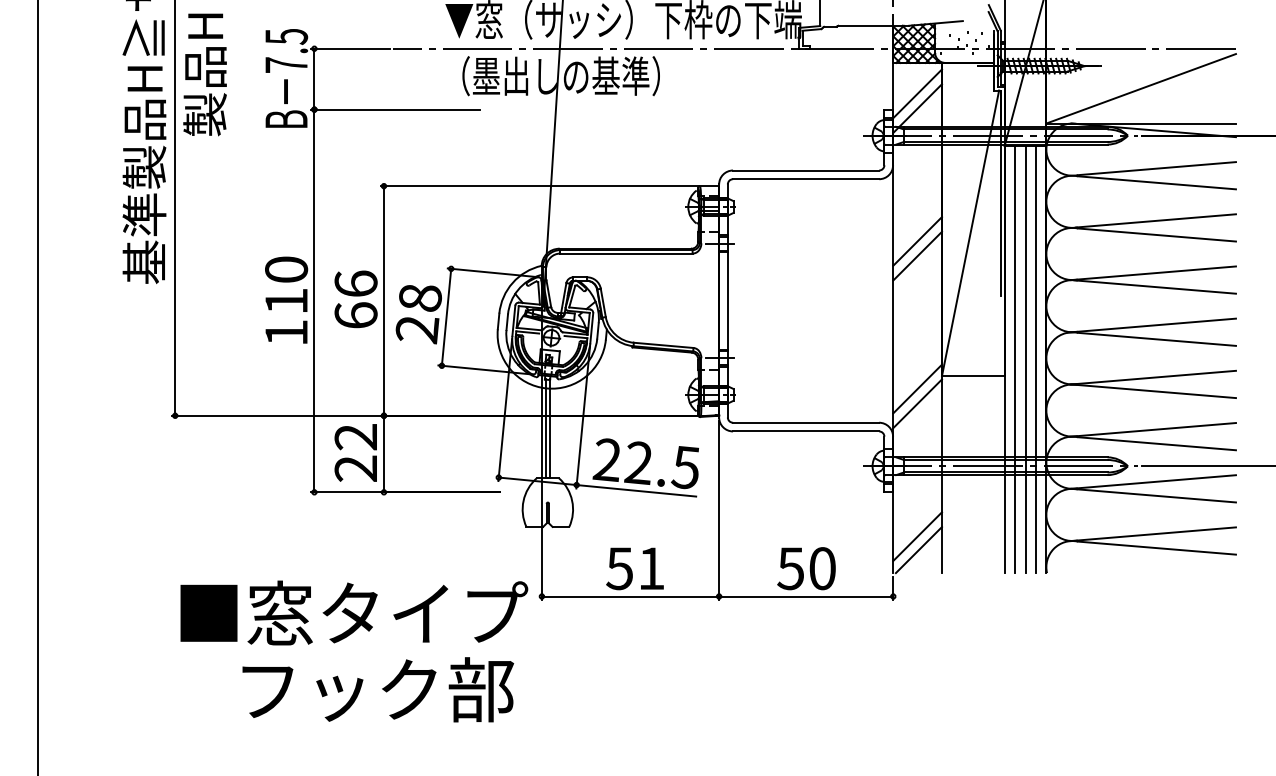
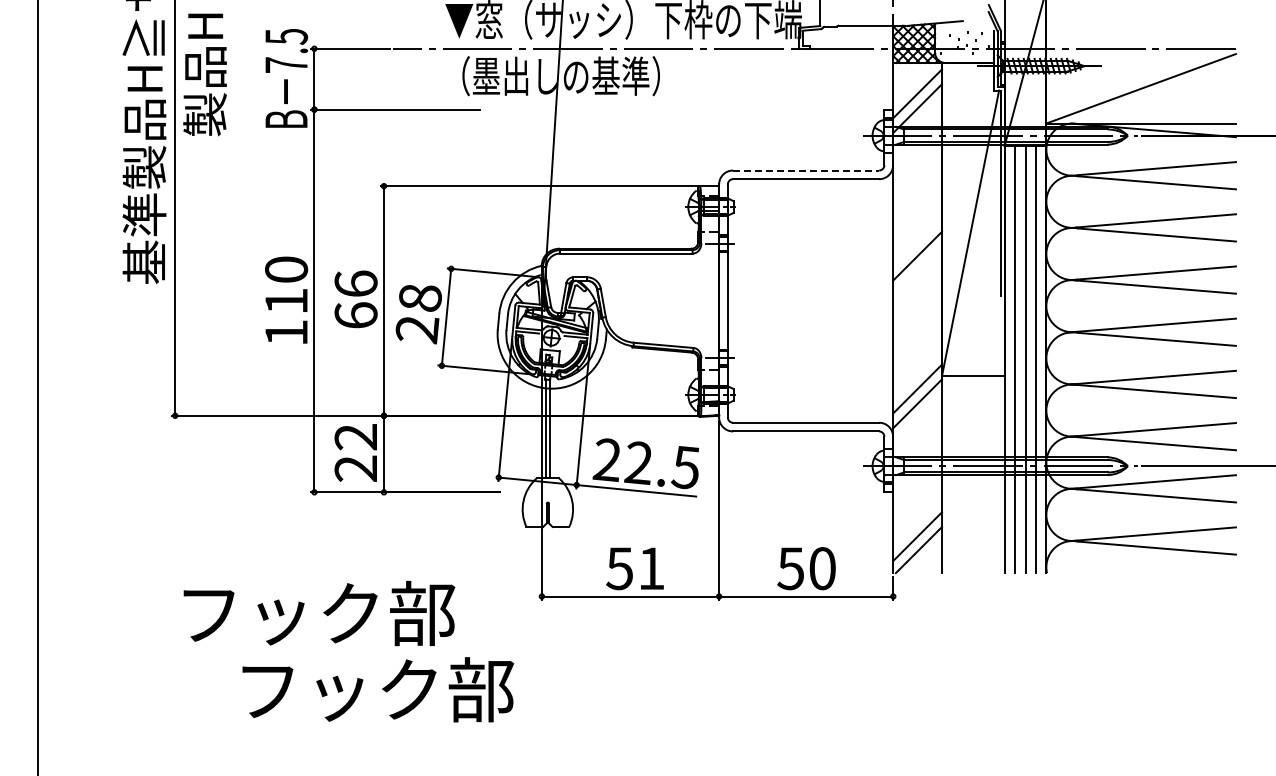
line at (806, 170): solid -> dashed
line at (917, 241): present -> none
text at (354, 613): ■窓タイプ -> フック部
